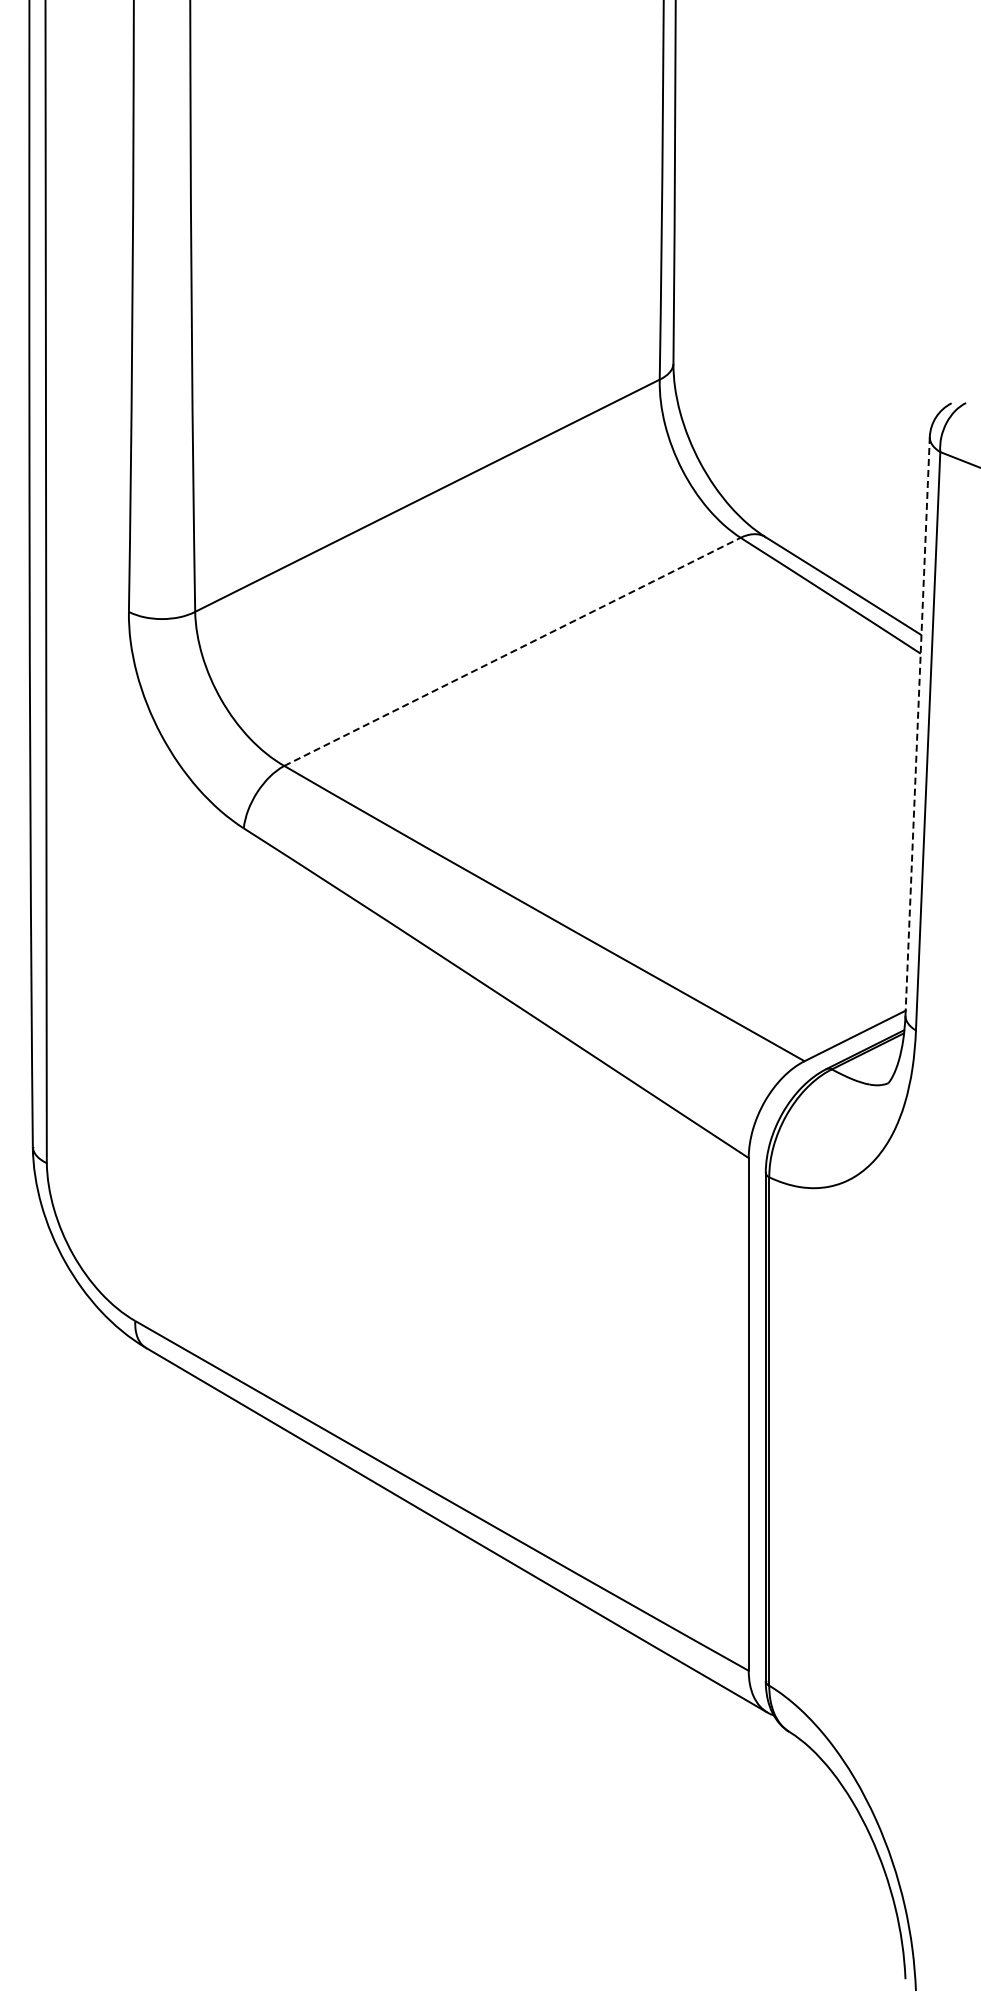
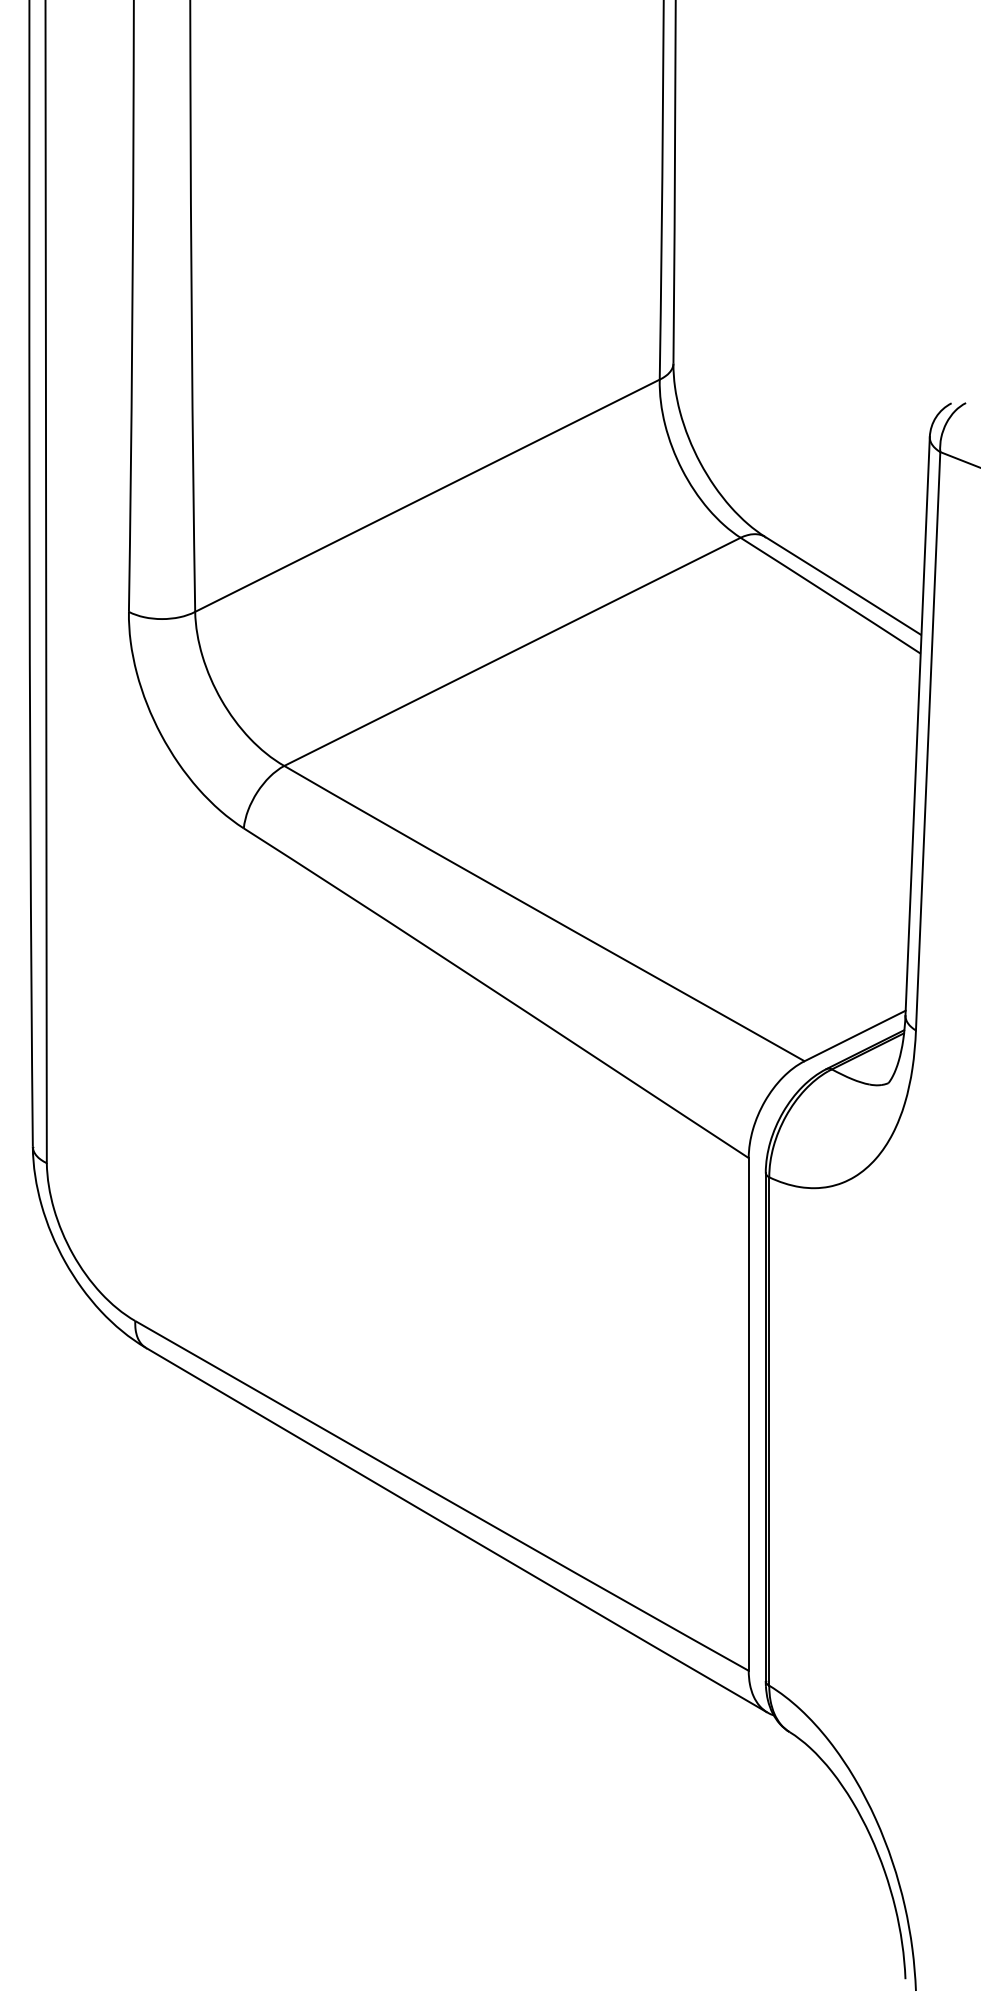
line at (512, 651): dashed -> solid
line at (917, 726): dashed -> solid
